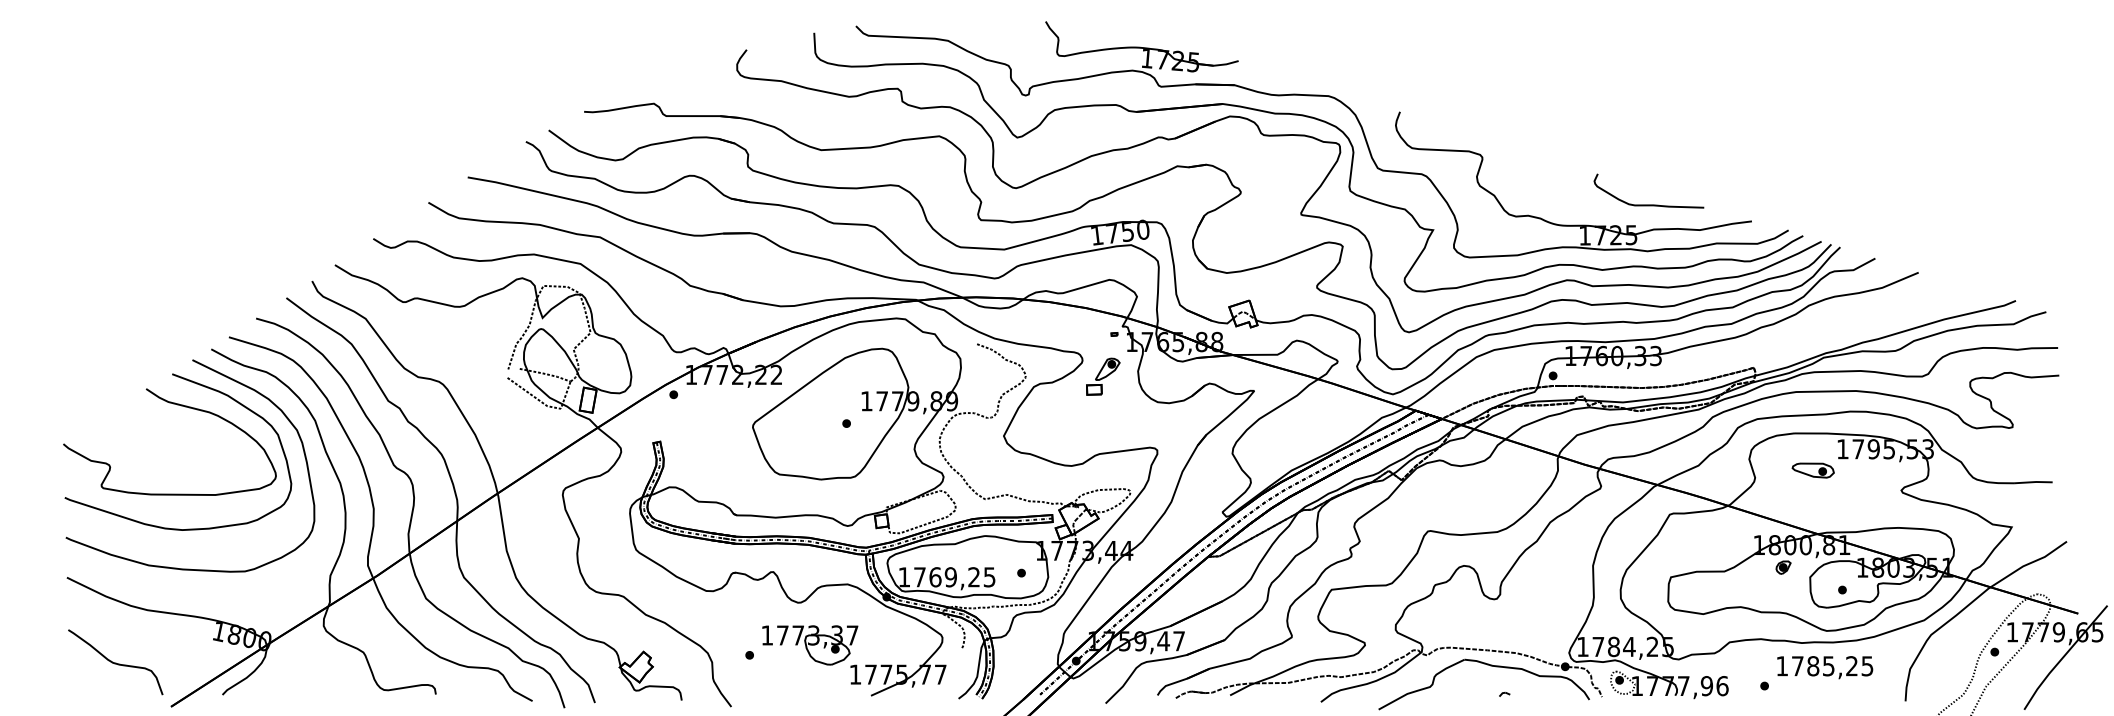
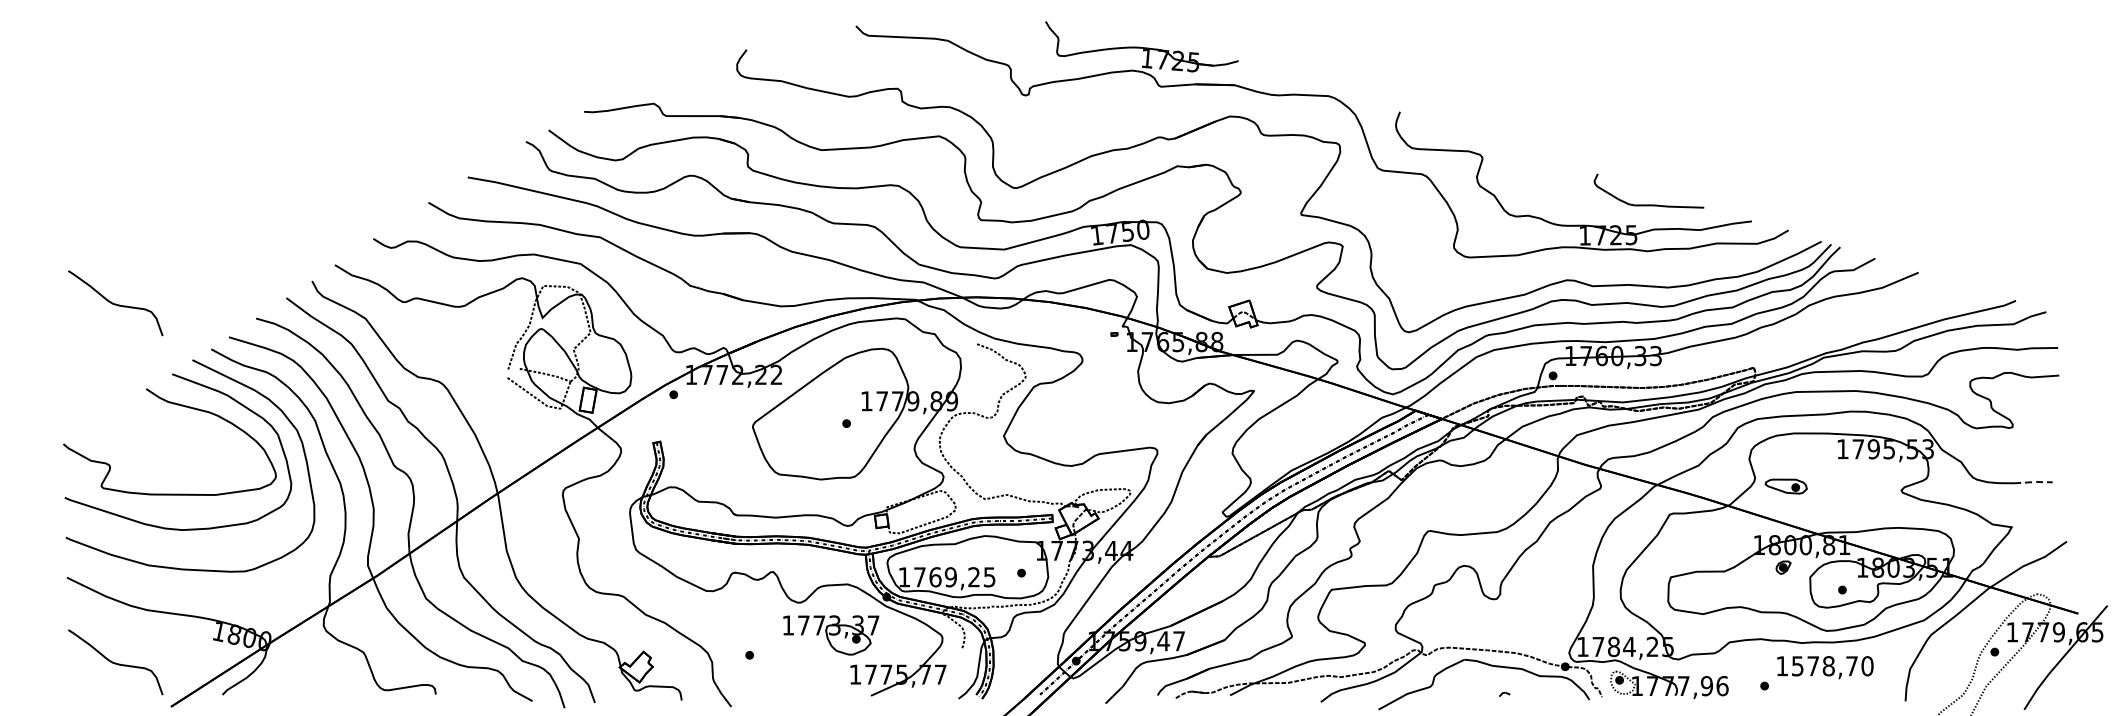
part at (1350, 166): present -> none
curve at (115, 303): none -> present
part at (1103, 376): present -> none
part at (1812, 470) position: (1812, 470) -> (1785, 486)
line at (2034, 482): solid -> dashed
part at (810, 645) position: (810, 645) -> (831, 635)
text at (1832, 666): 1785,25 -> 1578,70
